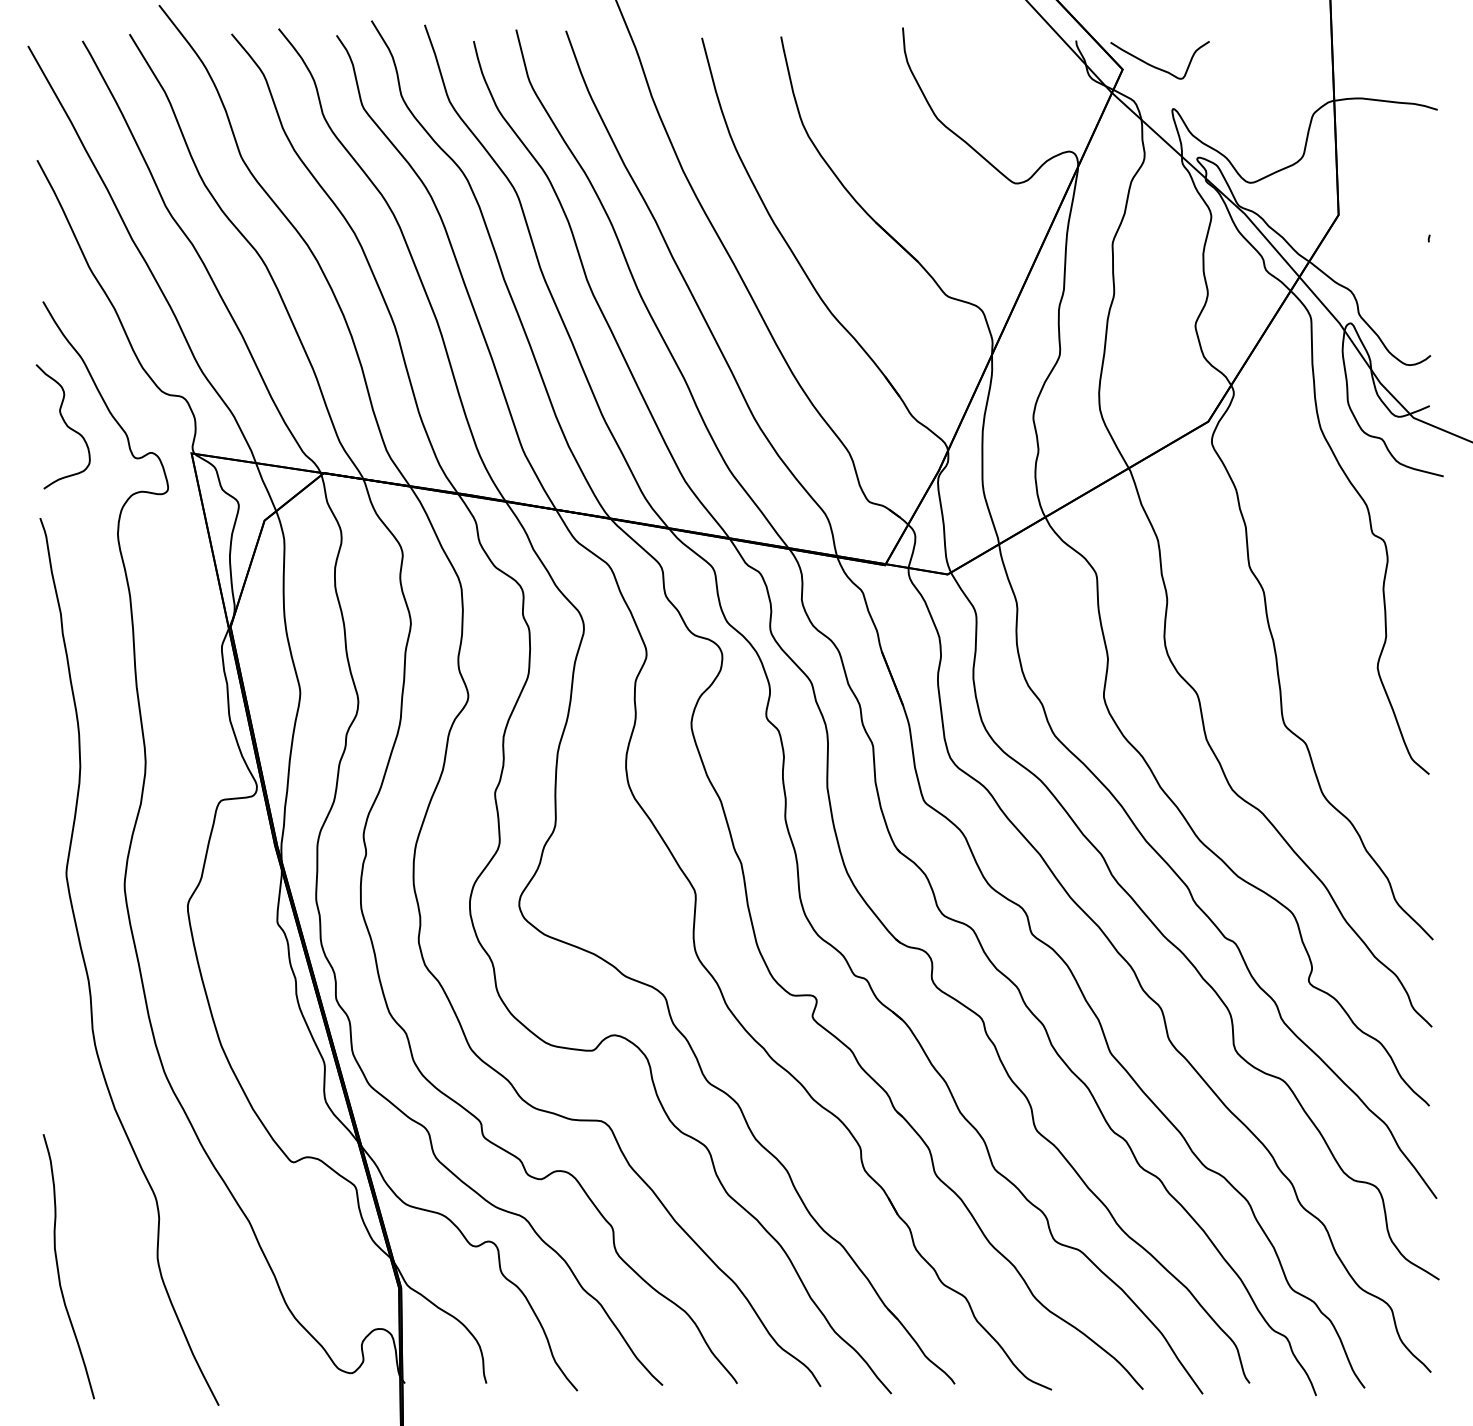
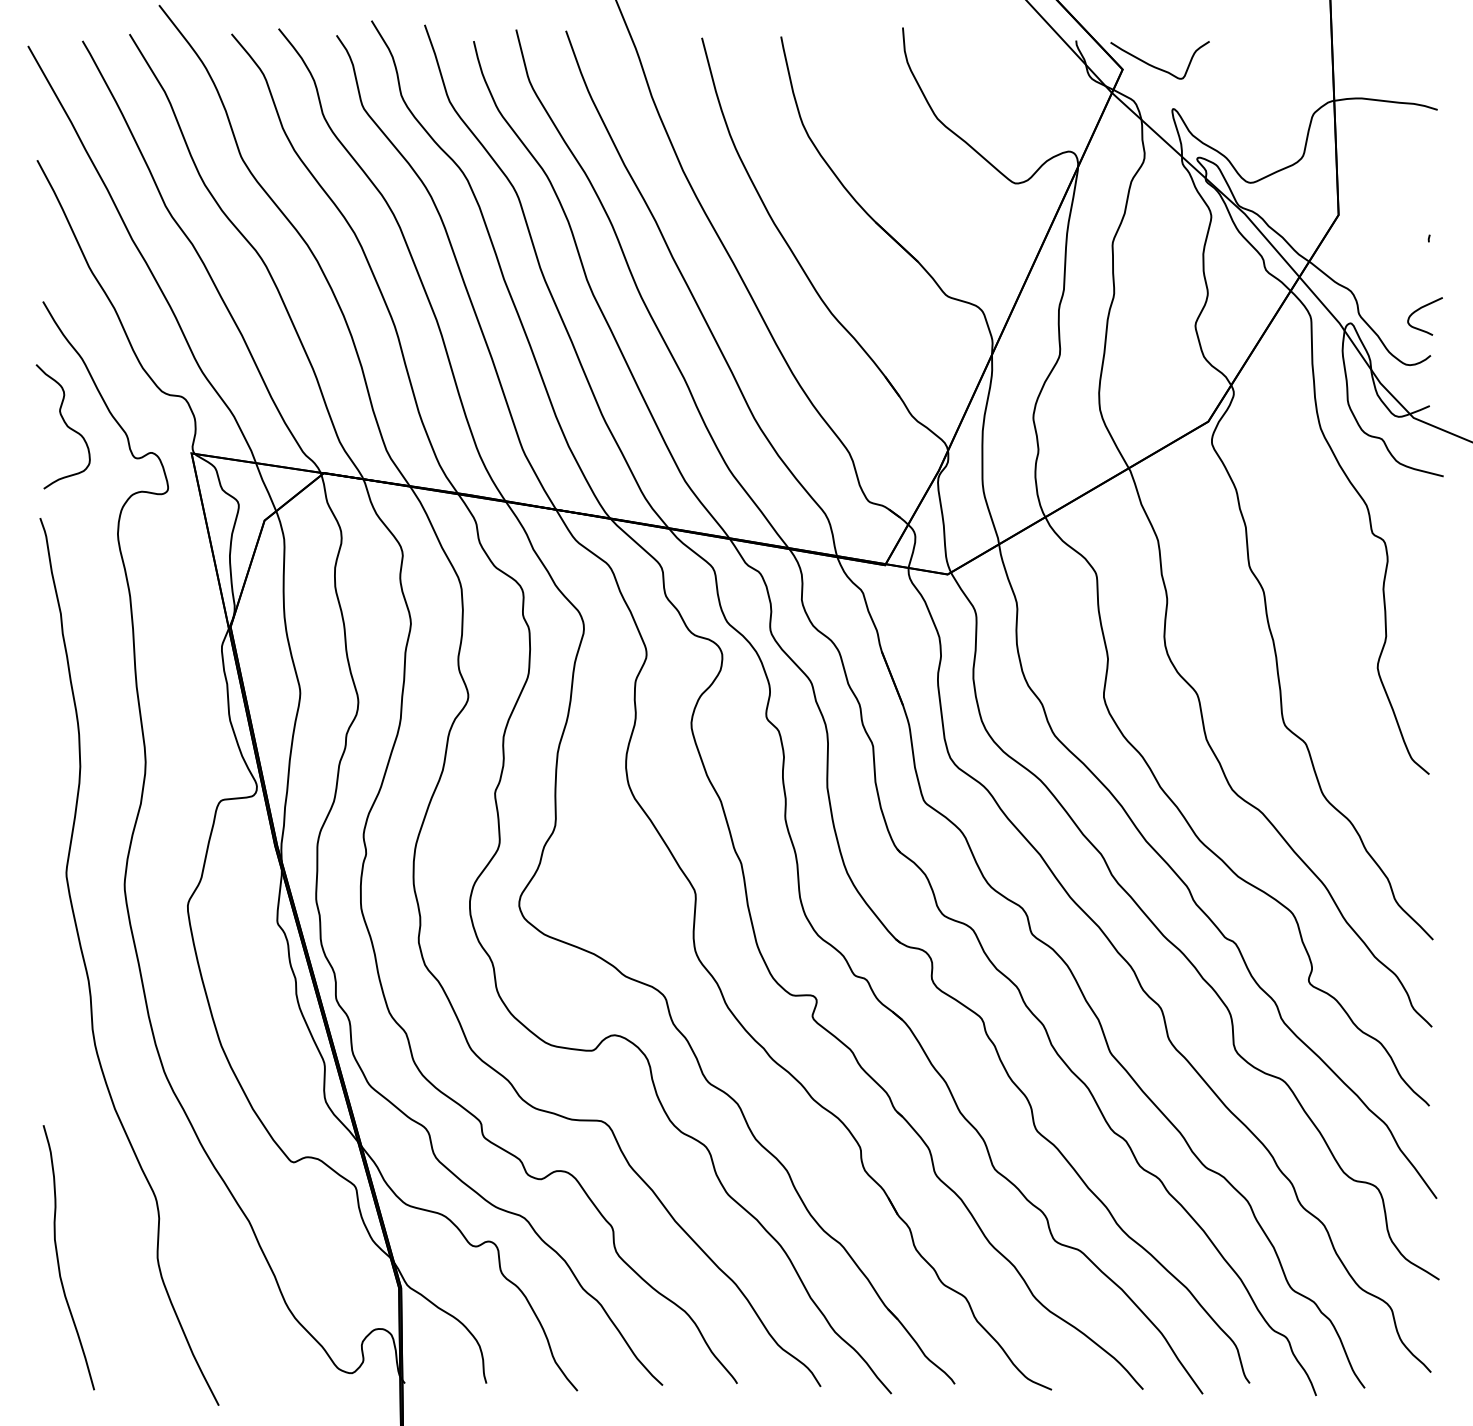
curve at (1420, 309): none -> present
curve at (58, 1266) position: (58, 1266) -> (58, 1257)
